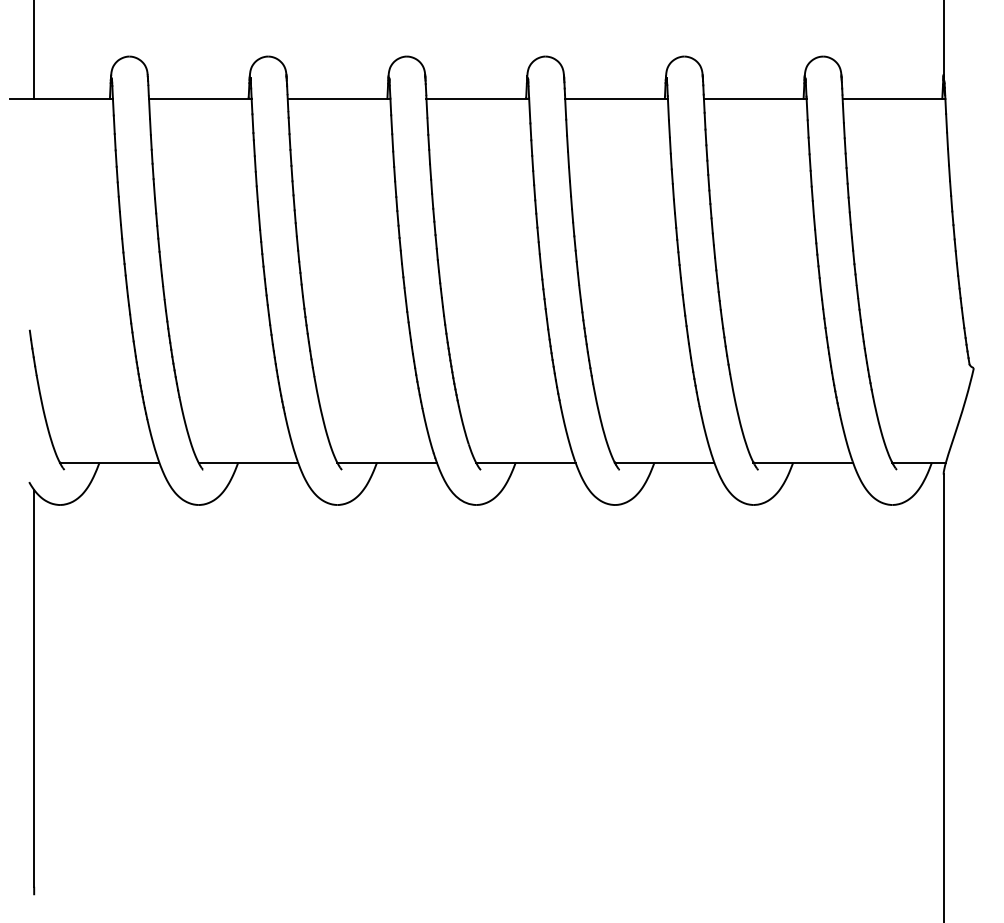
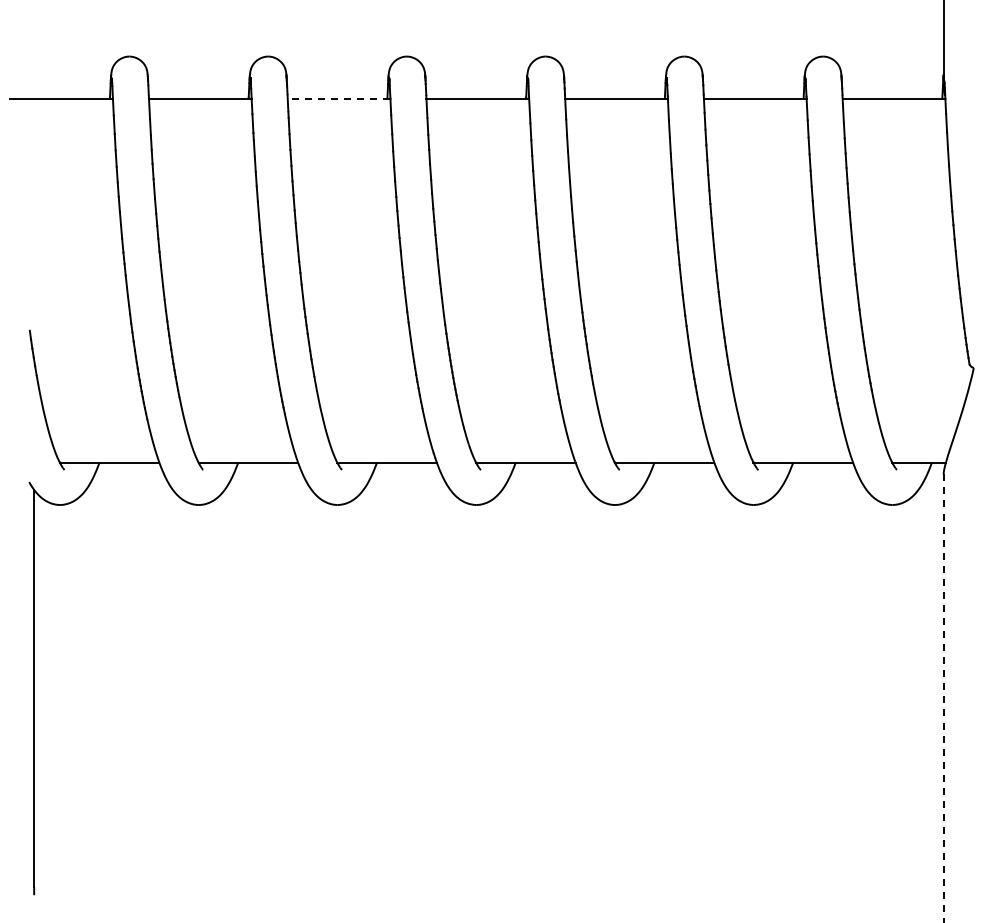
line at (34, 50): present -> none
line at (338, 99): solid -> dashed
line at (943, 698): solid -> dashed
